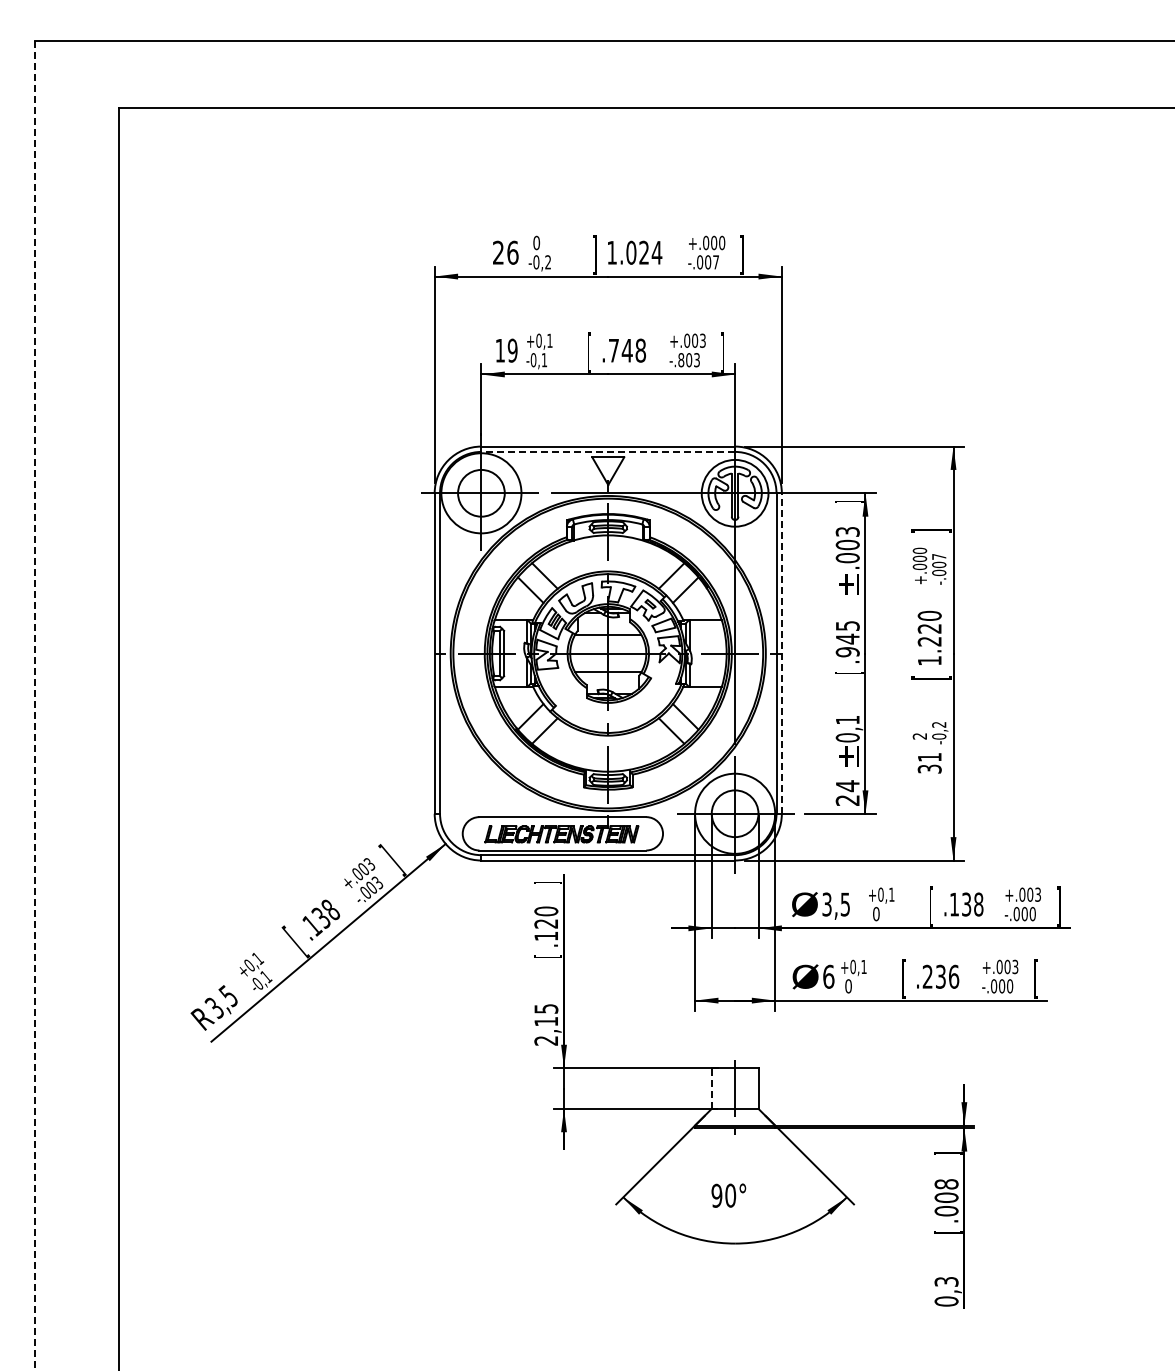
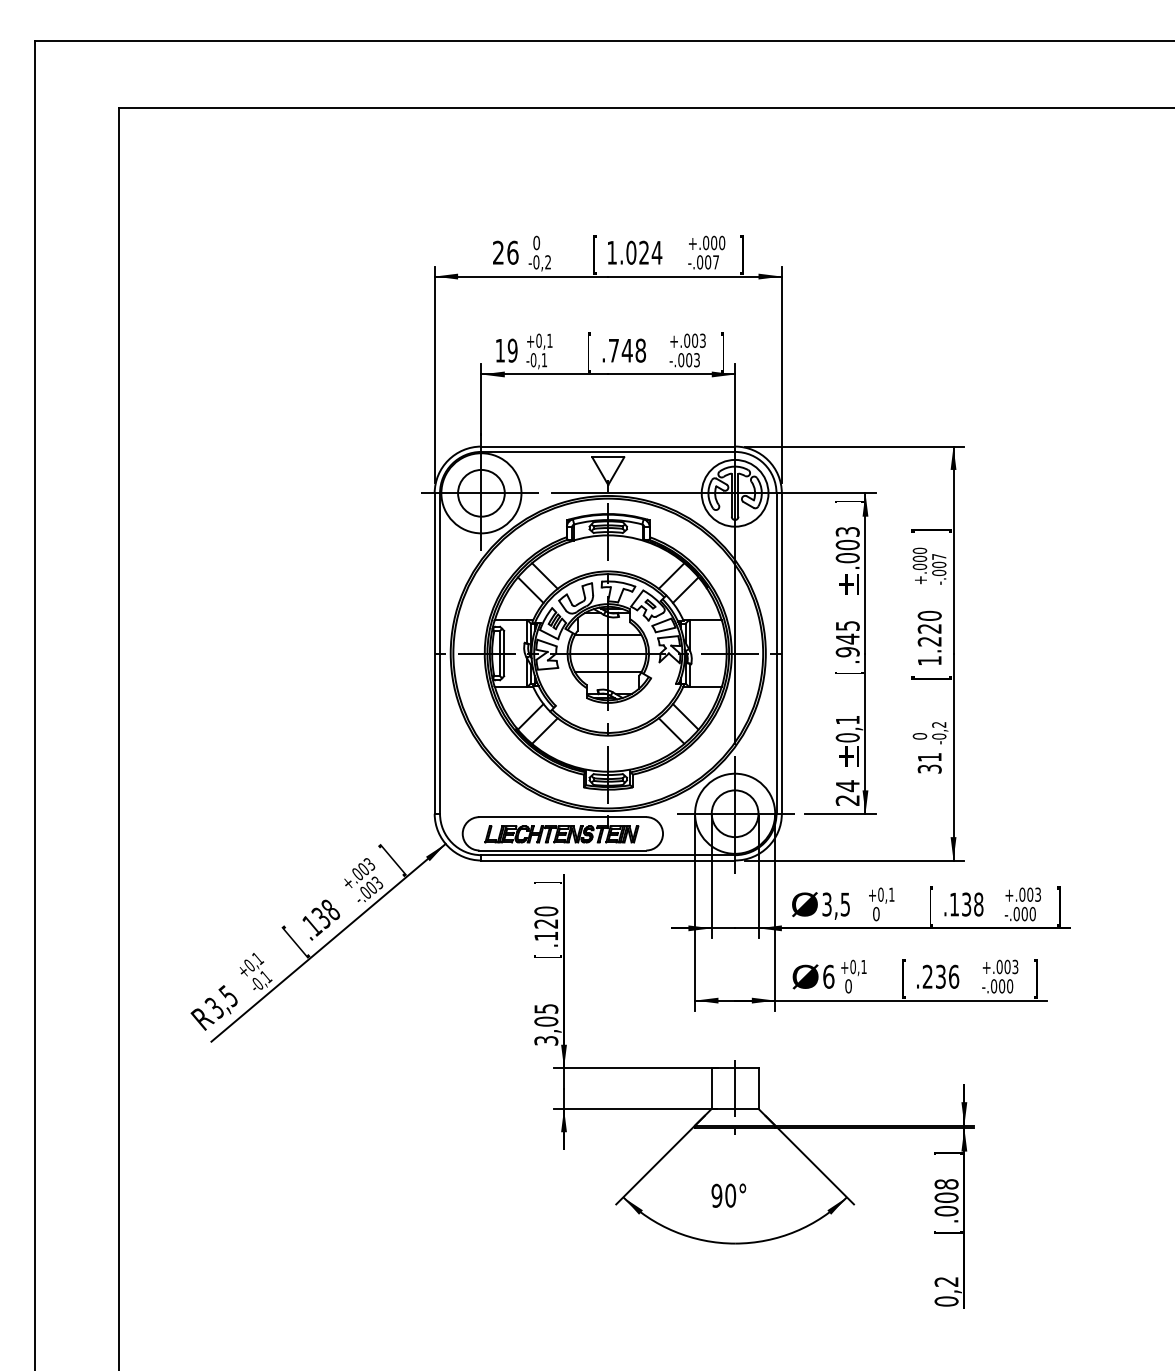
text at (594, 254): ] -> [
text at (681, 359): -.803 -> -.003
line at (608, 451): dashed -> solid
line at (781, 653): dashed -> solid
line at (35, 706): dashed -> solid
text at (919, 736): 2 -> 0
text at (1035, 978): [ -> ]
text at (546, 1030): 2,15 -> 3,05
line at (711, 1088): dashed -> solid
text at (946, 1281): 0,3 -> 0,2
